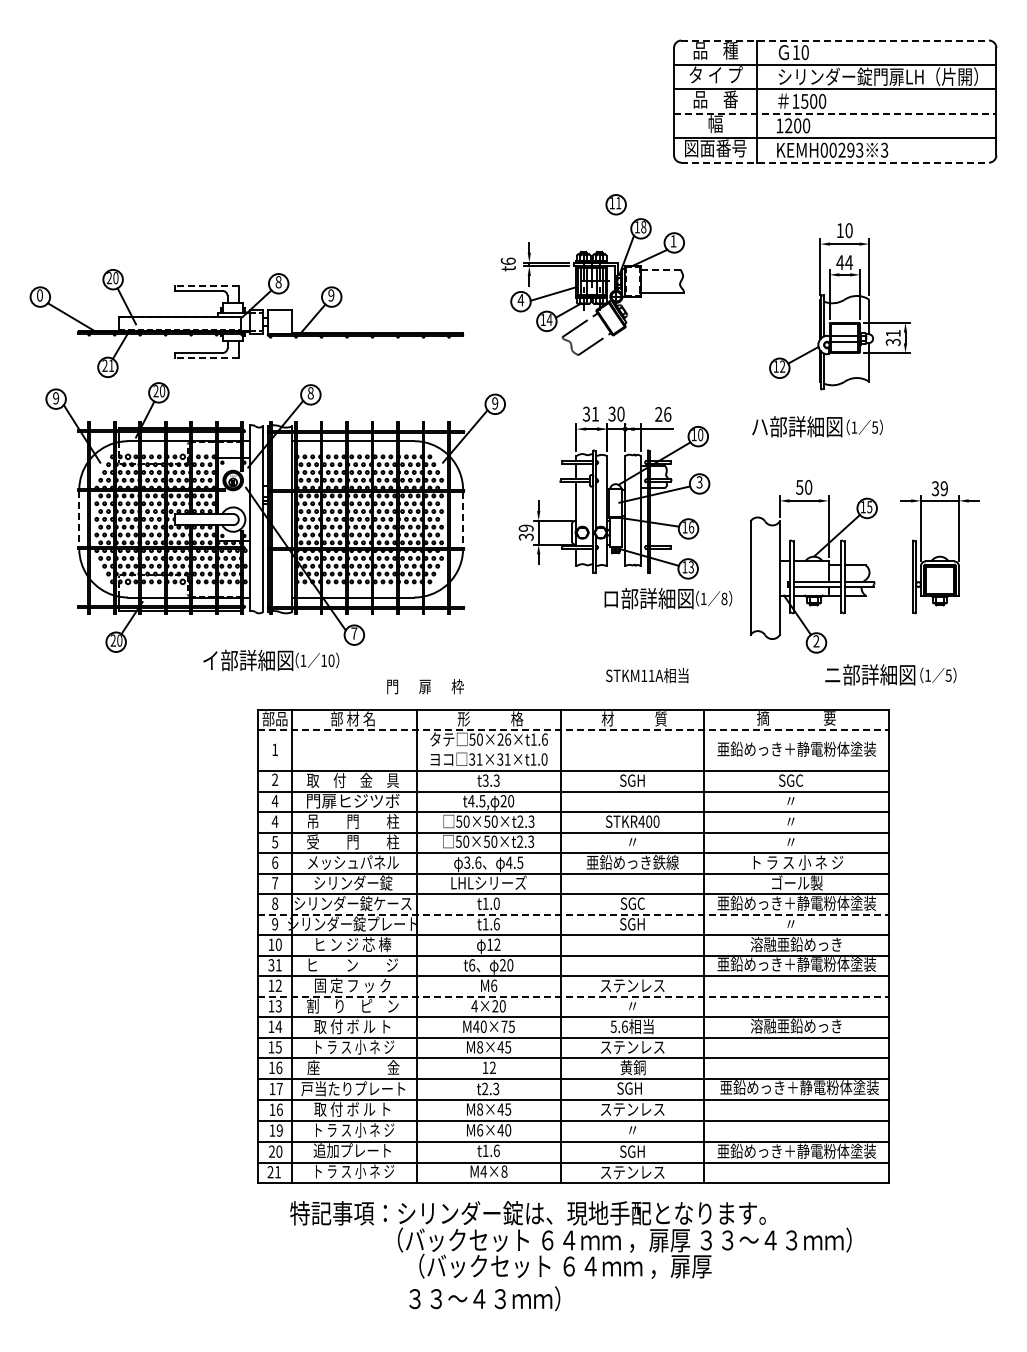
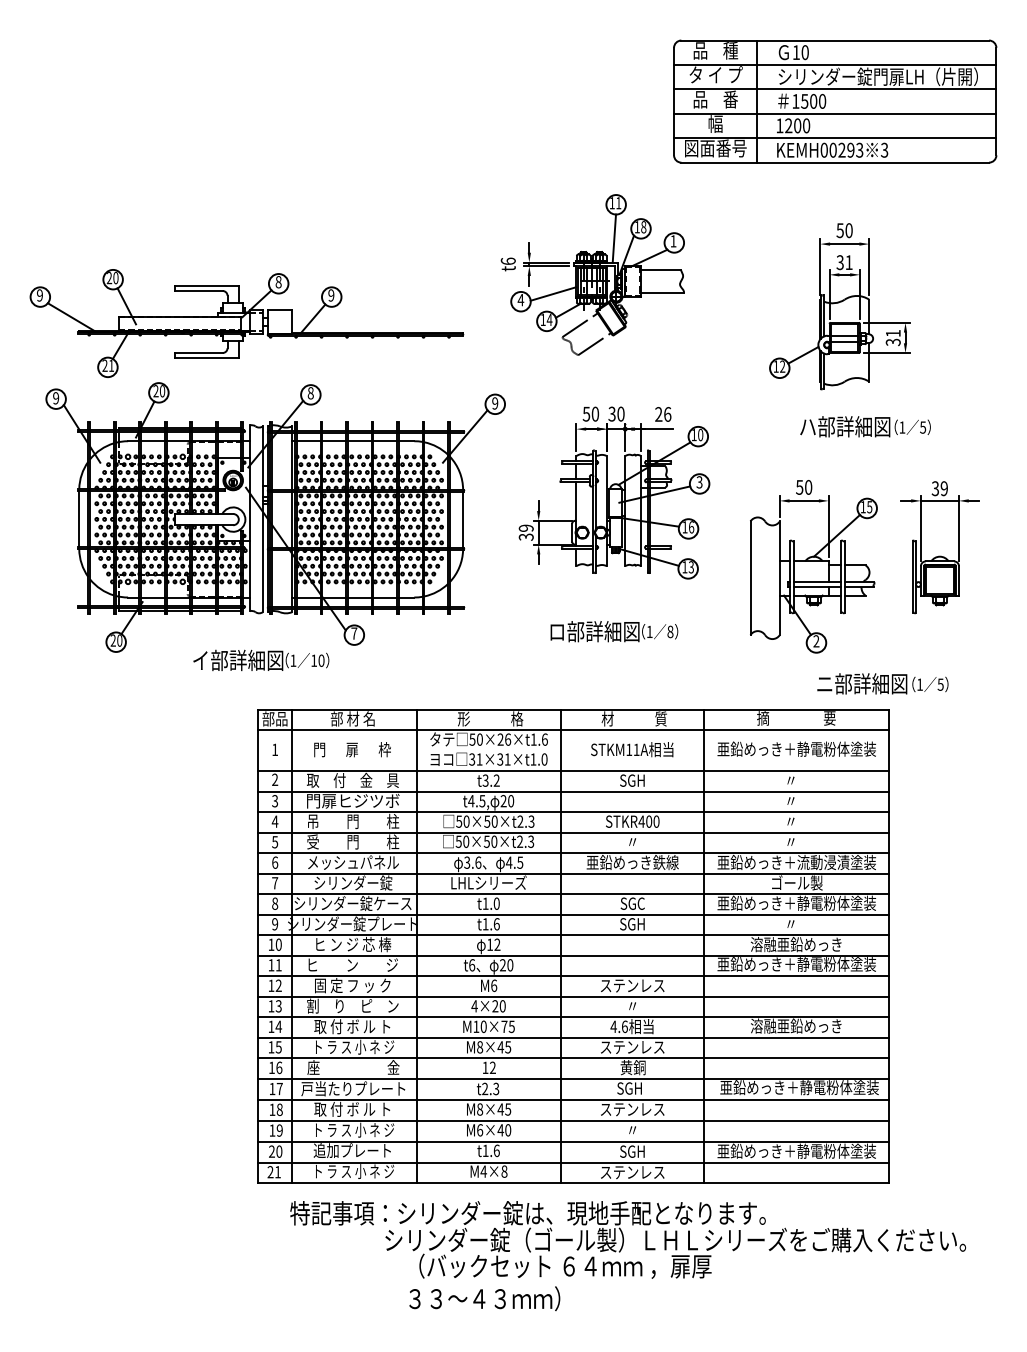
line at (835, 40): dashed -> solid
line at (835, 113): dashed -> solid
line at (835, 162): dashed -> solid
text at (839, 230): 10 -> 50
line at (614, 238): none -> present
text at (844, 262): 44 -> 31
line at (659, 269): dashed -> solid
line at (207, 286): dashed -> solid
text at (39, 295): 0 -> 9
line at (207, 357): dashed -> solid
text at (591, 413): 31 -> 50
text at (817, 426) position: (817, 426) -> (865, 426)
line at (79, 519): dashed -> solid
line at (463, 520): dashed -> solid
text at (668, 598) position: (668, 598) -> (614, 631)
text at (271, 660) position: (271, 660) -> (261, 660)
text at (890, 674) position: (890, 674) -> (882, 683)
text at (647, 675) position: (647, 675) -> (632, 749)
text at (425, 686) position: (425, 686) -> (352, 749)
line at (573, 730): dashed -> solid
text at (496, 780): t3.3 -> t3.2
text at (791, 780): SGC -> 〃
text at (274, 801): 4 -> 3
text at (796, 862): ト ラ ス 小 ネ ジ -> 亜鉛めっき＋流動浸漬塗装
line at (573, 914): dashed -> solid
text at (271, 965): 31 -> 11
line at (573, 996): dashed -> solid
text at (476, 1026): M40×75 -> M10×75
text at (613, 1026): 5.6 -> 4.6
text at (279, 1109): 16 -> 18
text at (675, 1239): （バックセット ６４ｍｍ ，扉厚 ３３～４３ｍｍ） -> シリンダー錠（ゴール製）ＬＨＬシリーズをご購入ください。
